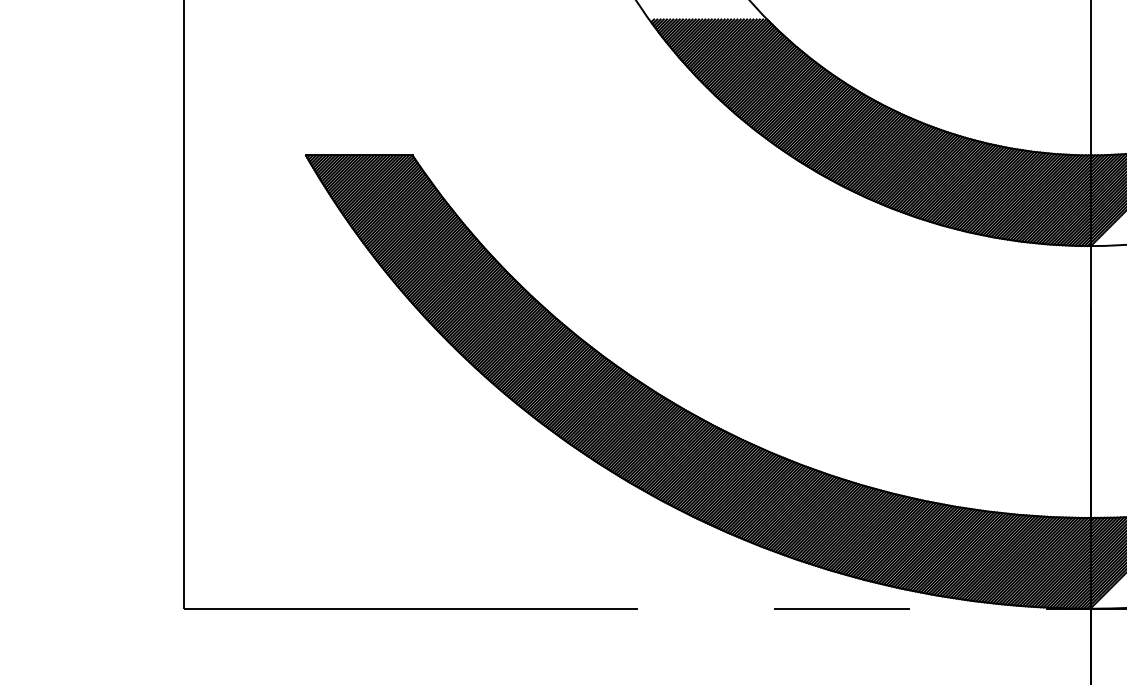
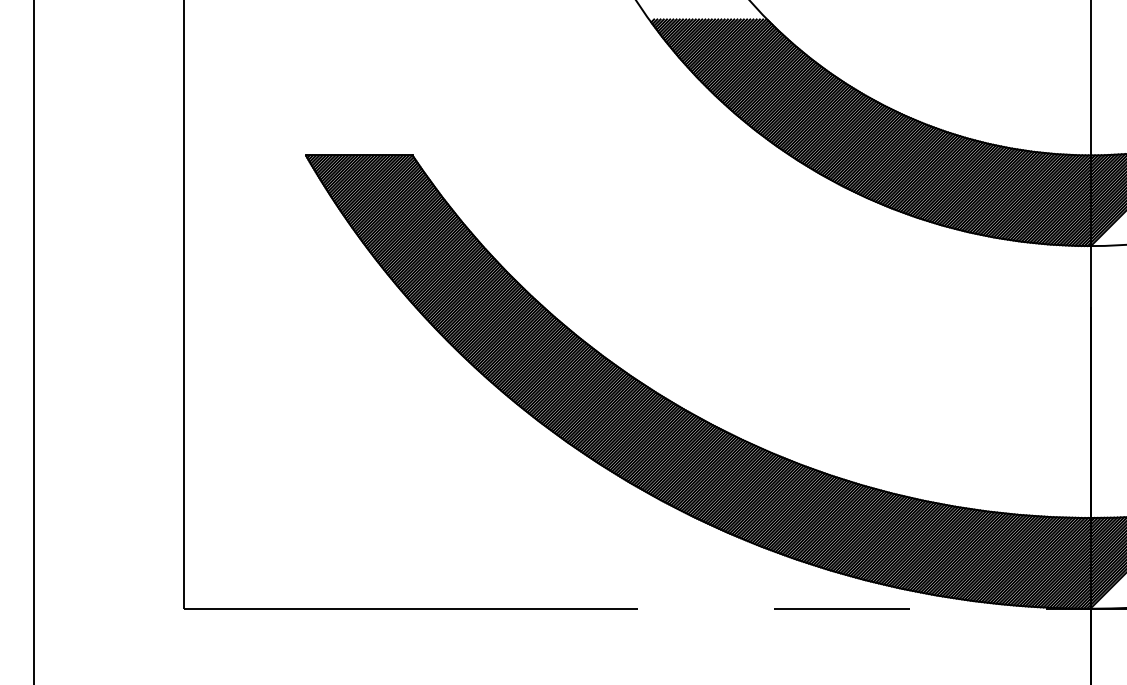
line at (33, 341): none -> present
